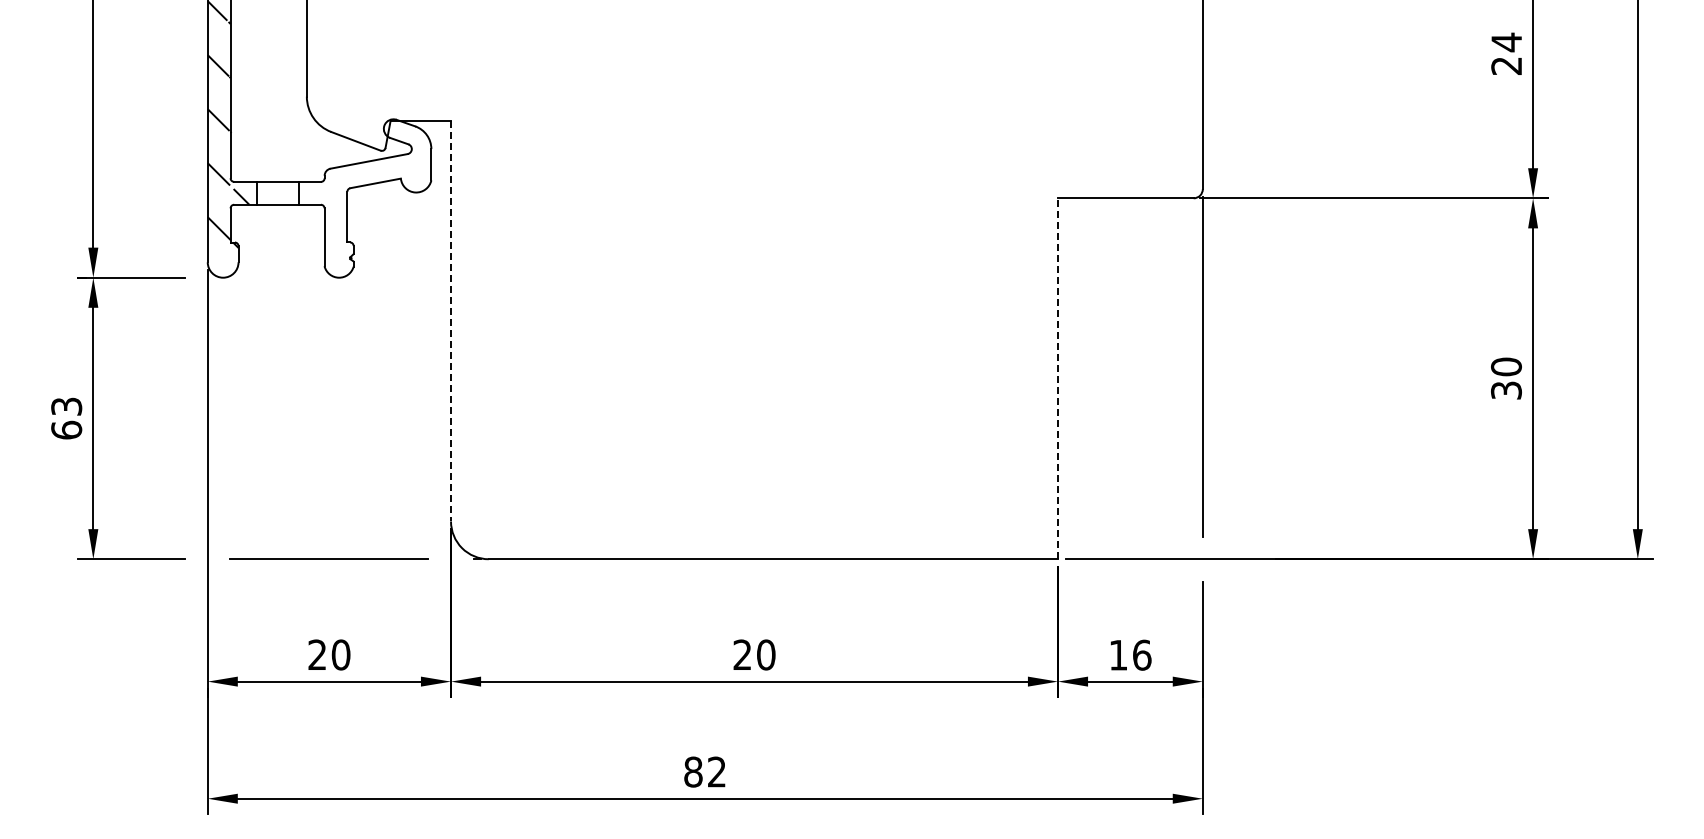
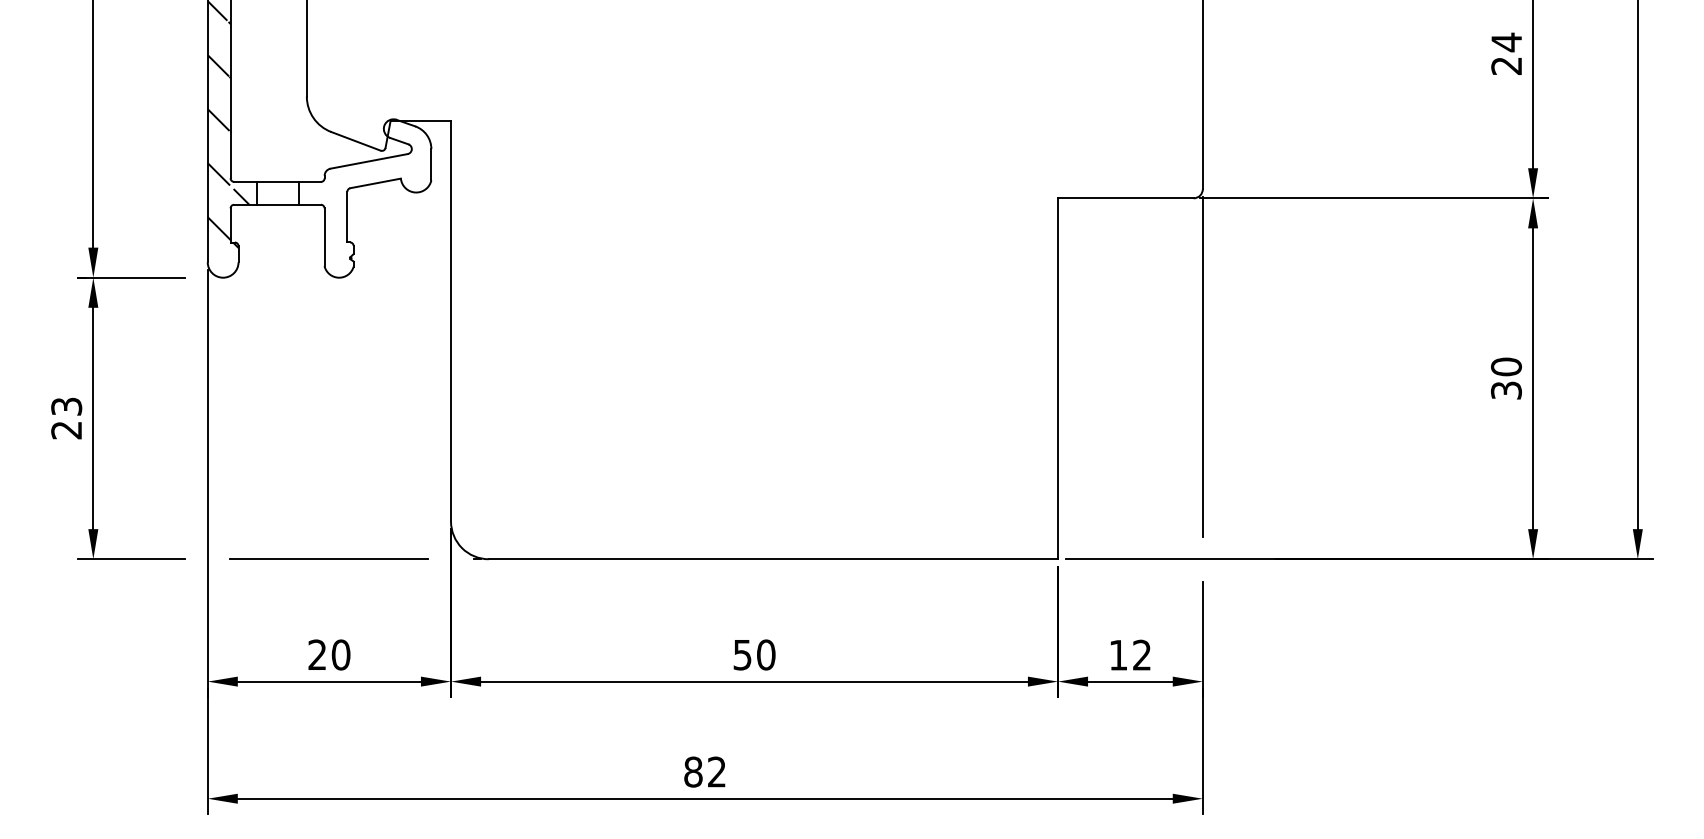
line at (451, 321): dashed -> solid
line at (1057, 378): dashed -> solid
text at (66, 429): 63 -> 23
text at (742, 654): 20 -> 50
text at (1142, 654): 16 -> 12
